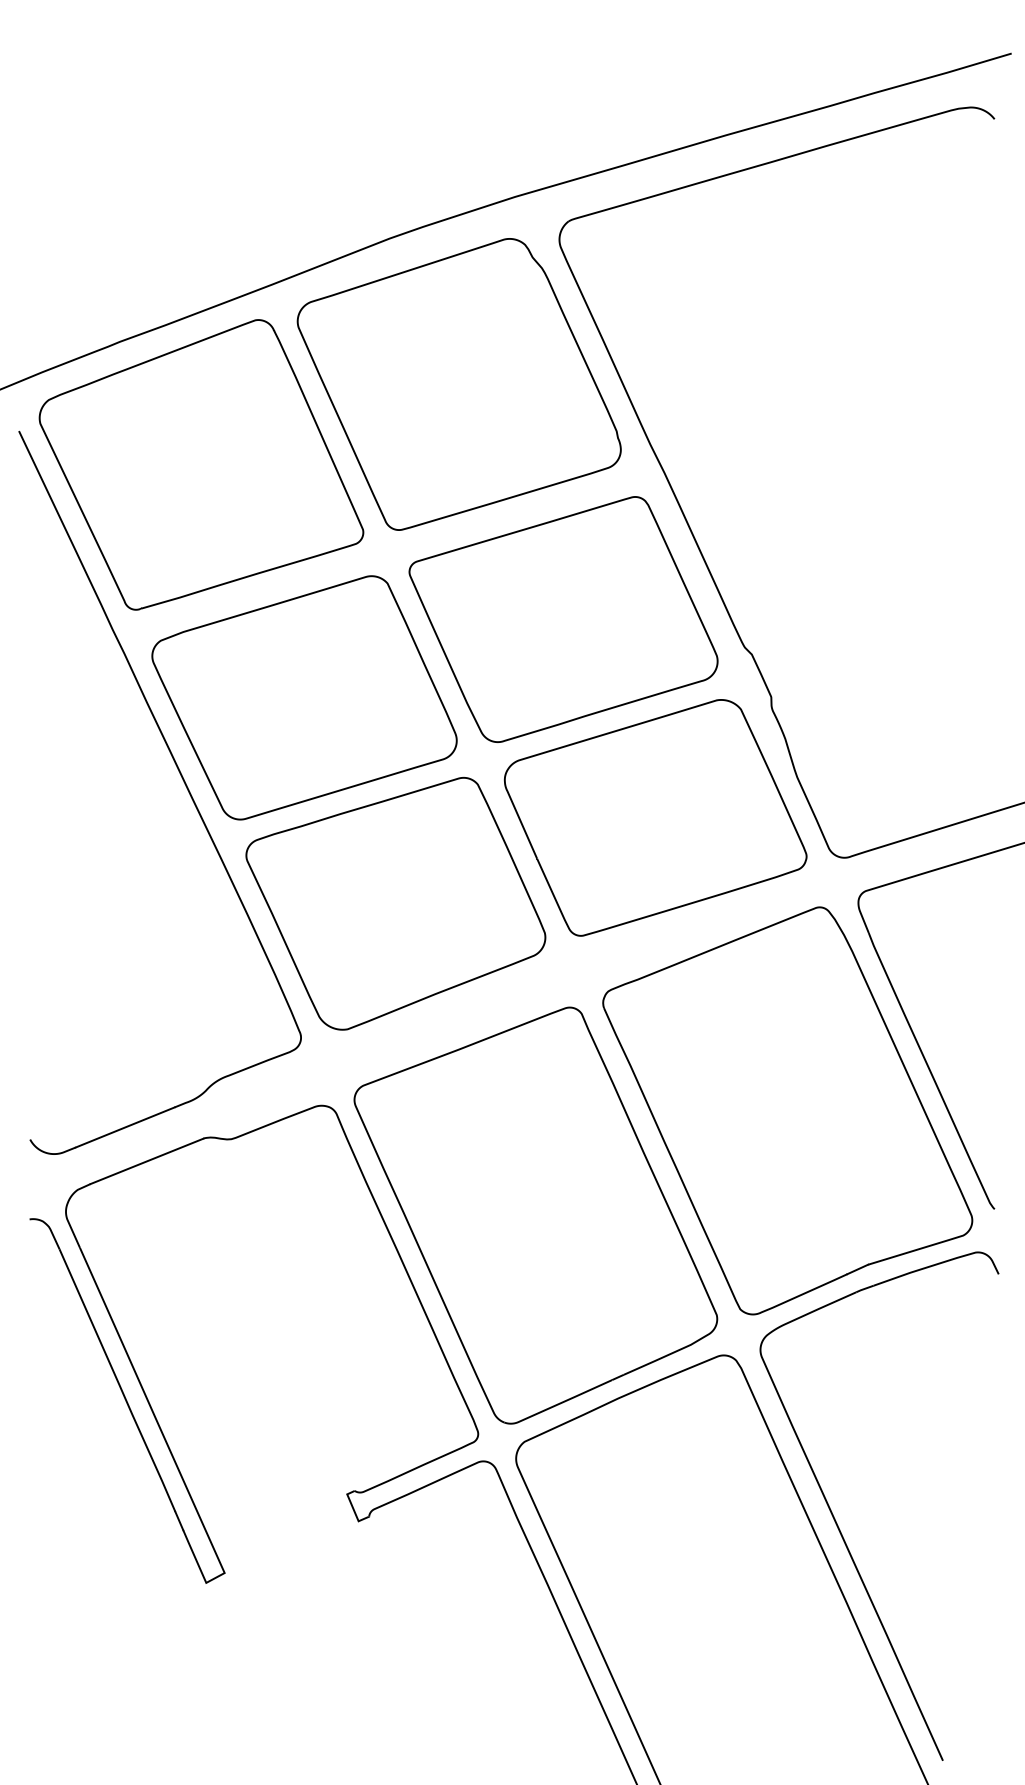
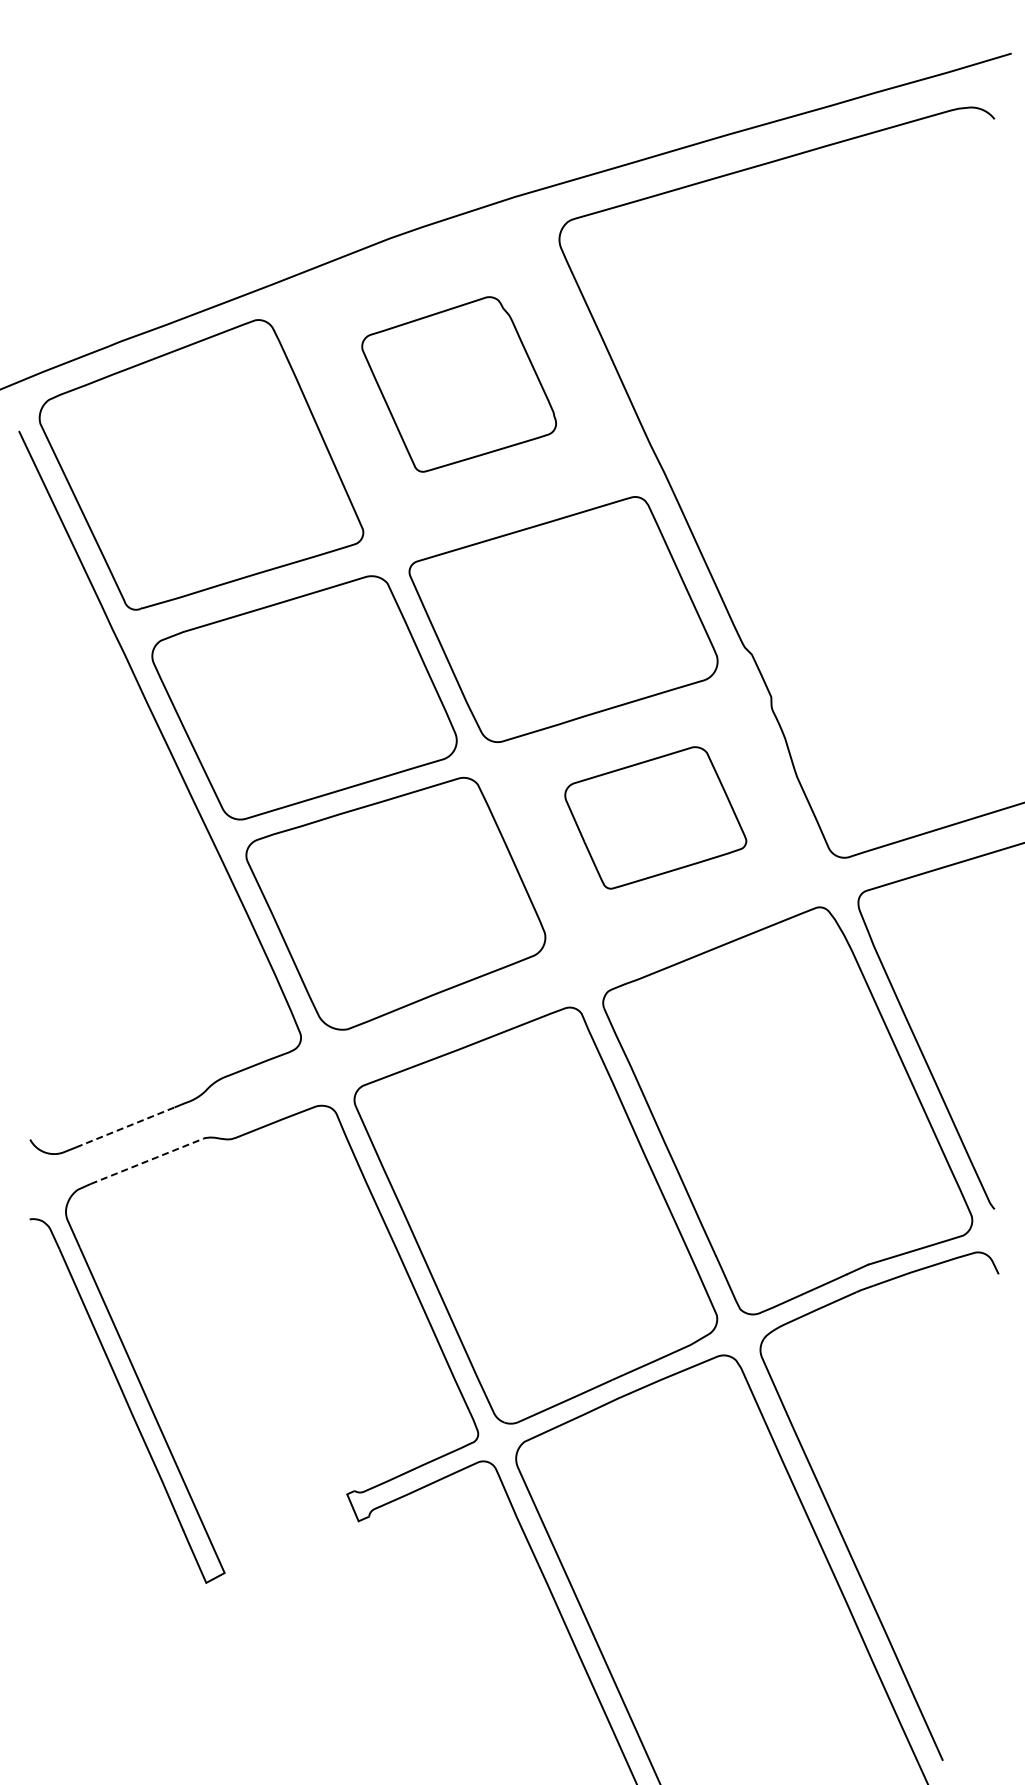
part at (458, 384) size: 326x293 px -> 196x177 px
part at (655, 817) size: 304x238 px -> 184x144 px
line at (125, 1127): solid -> dashed
line at (146, 1161): solid -> dashed
